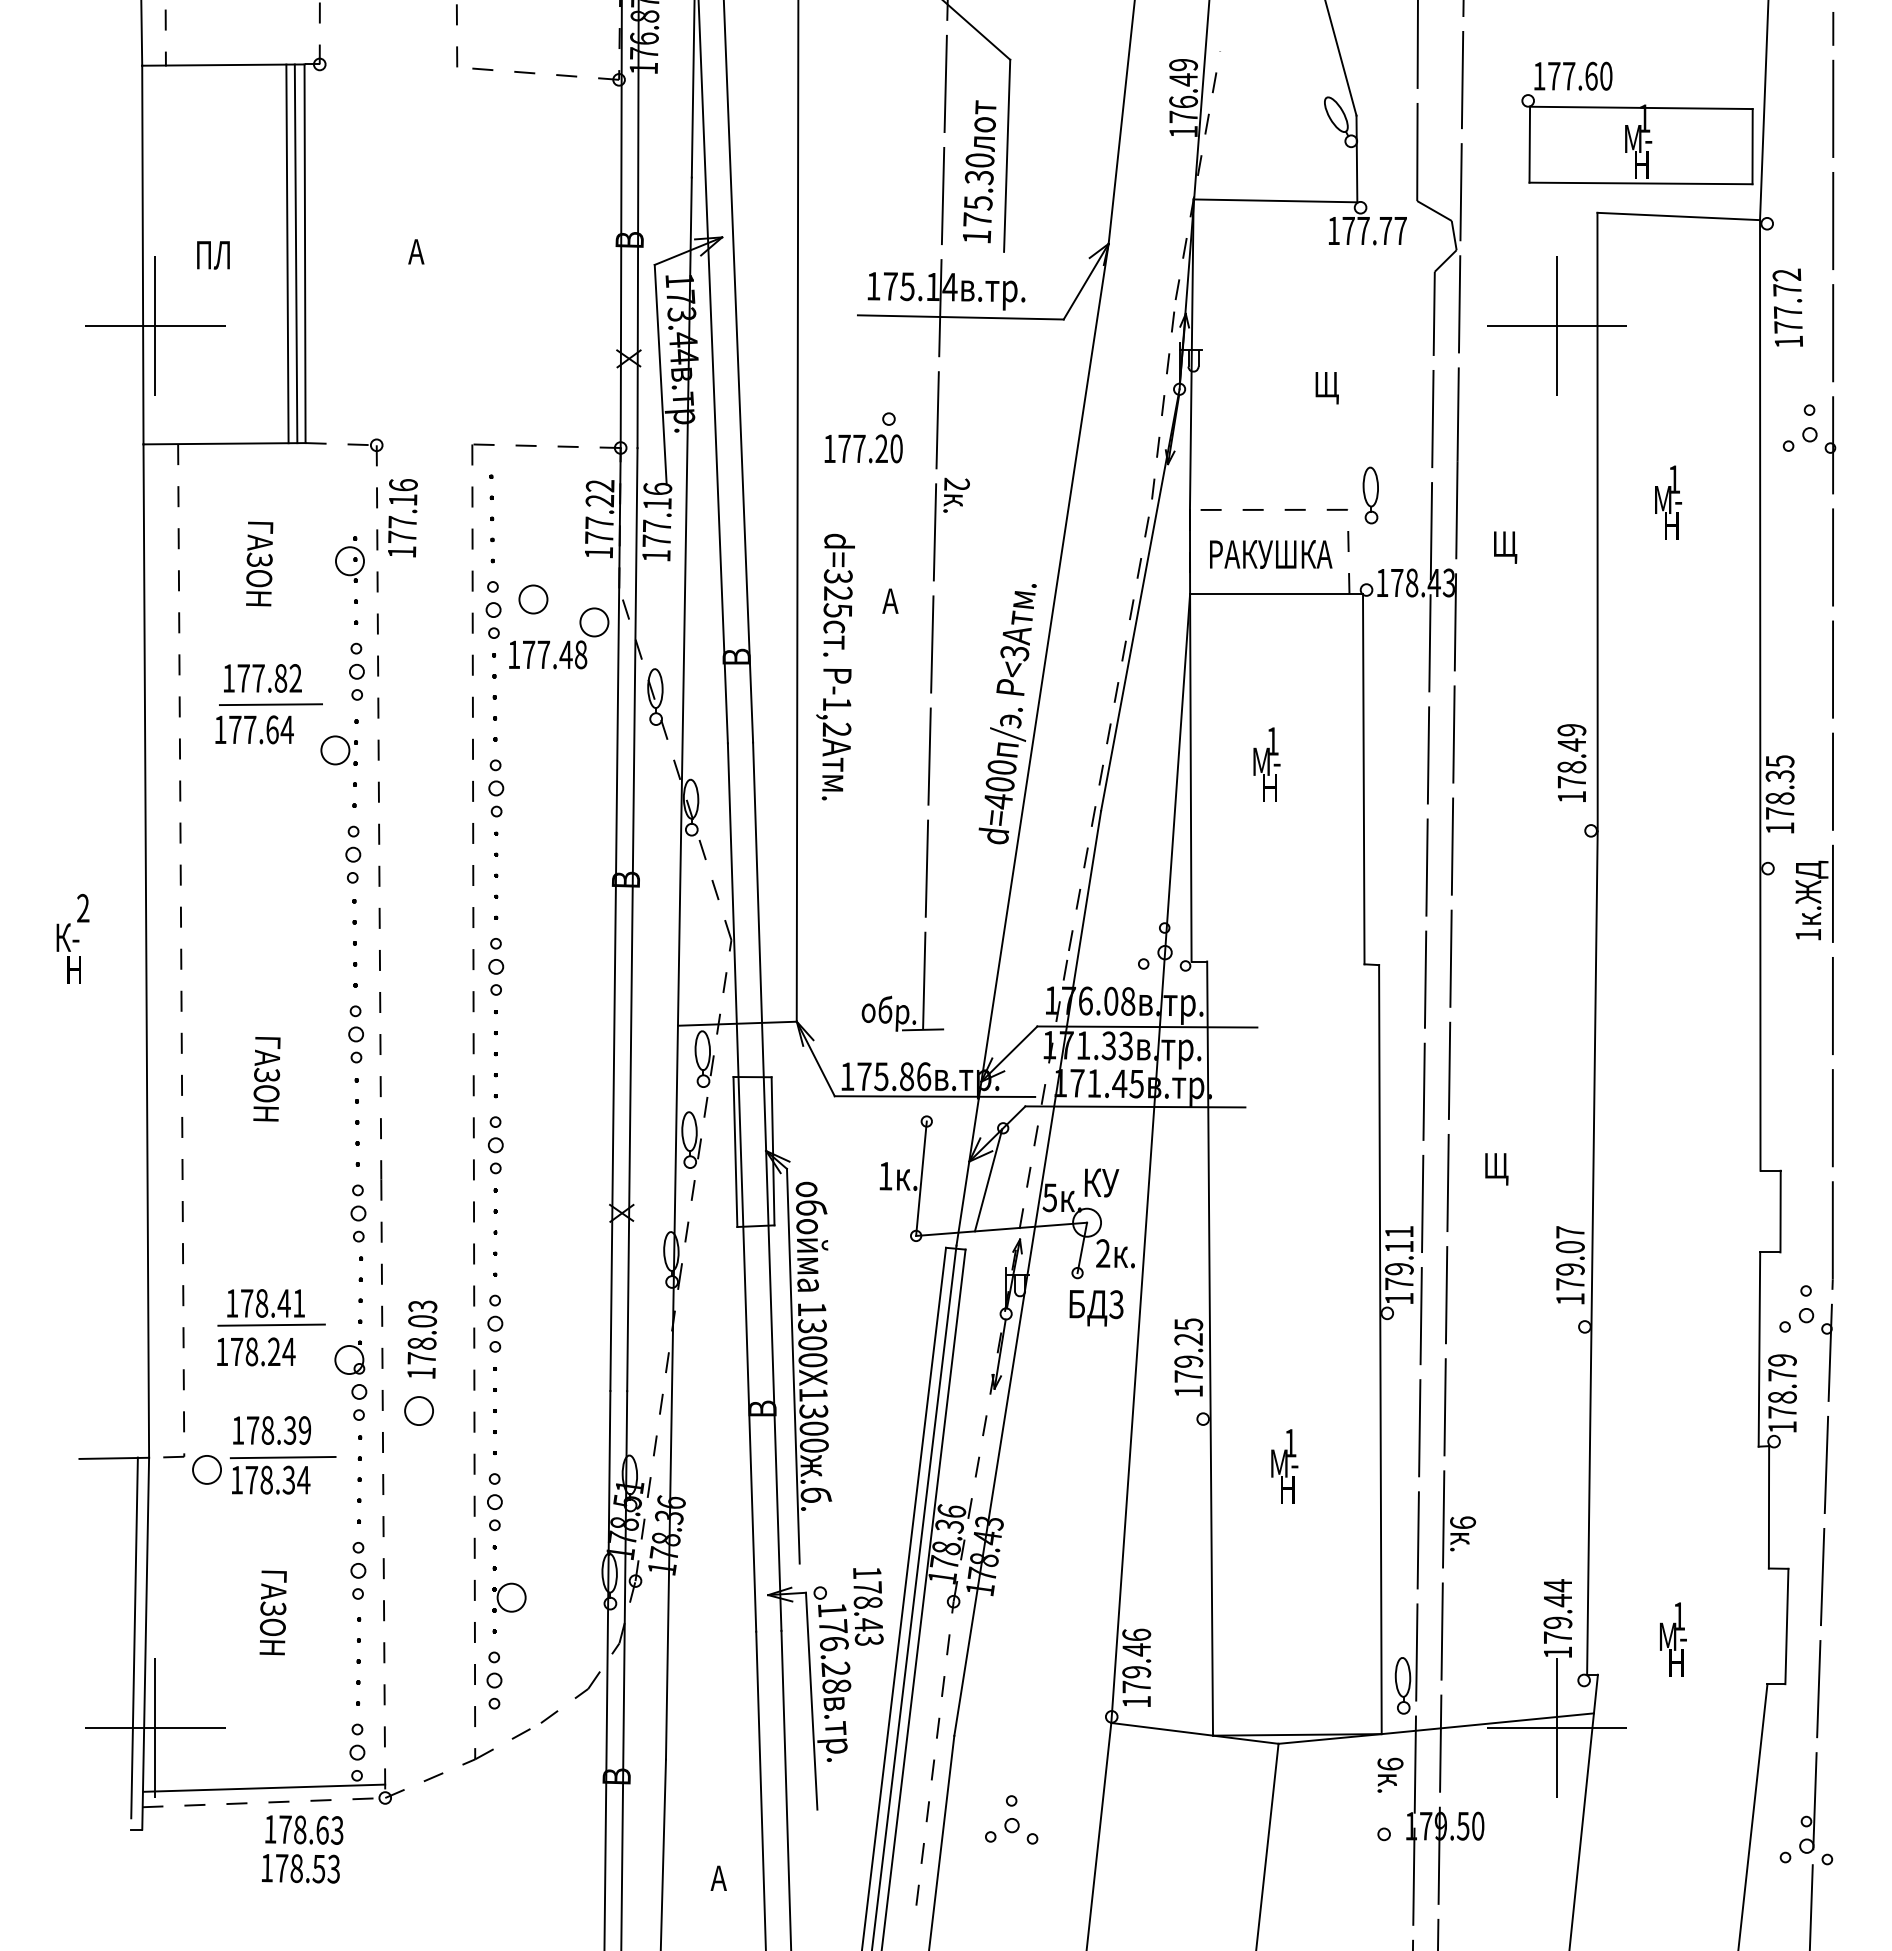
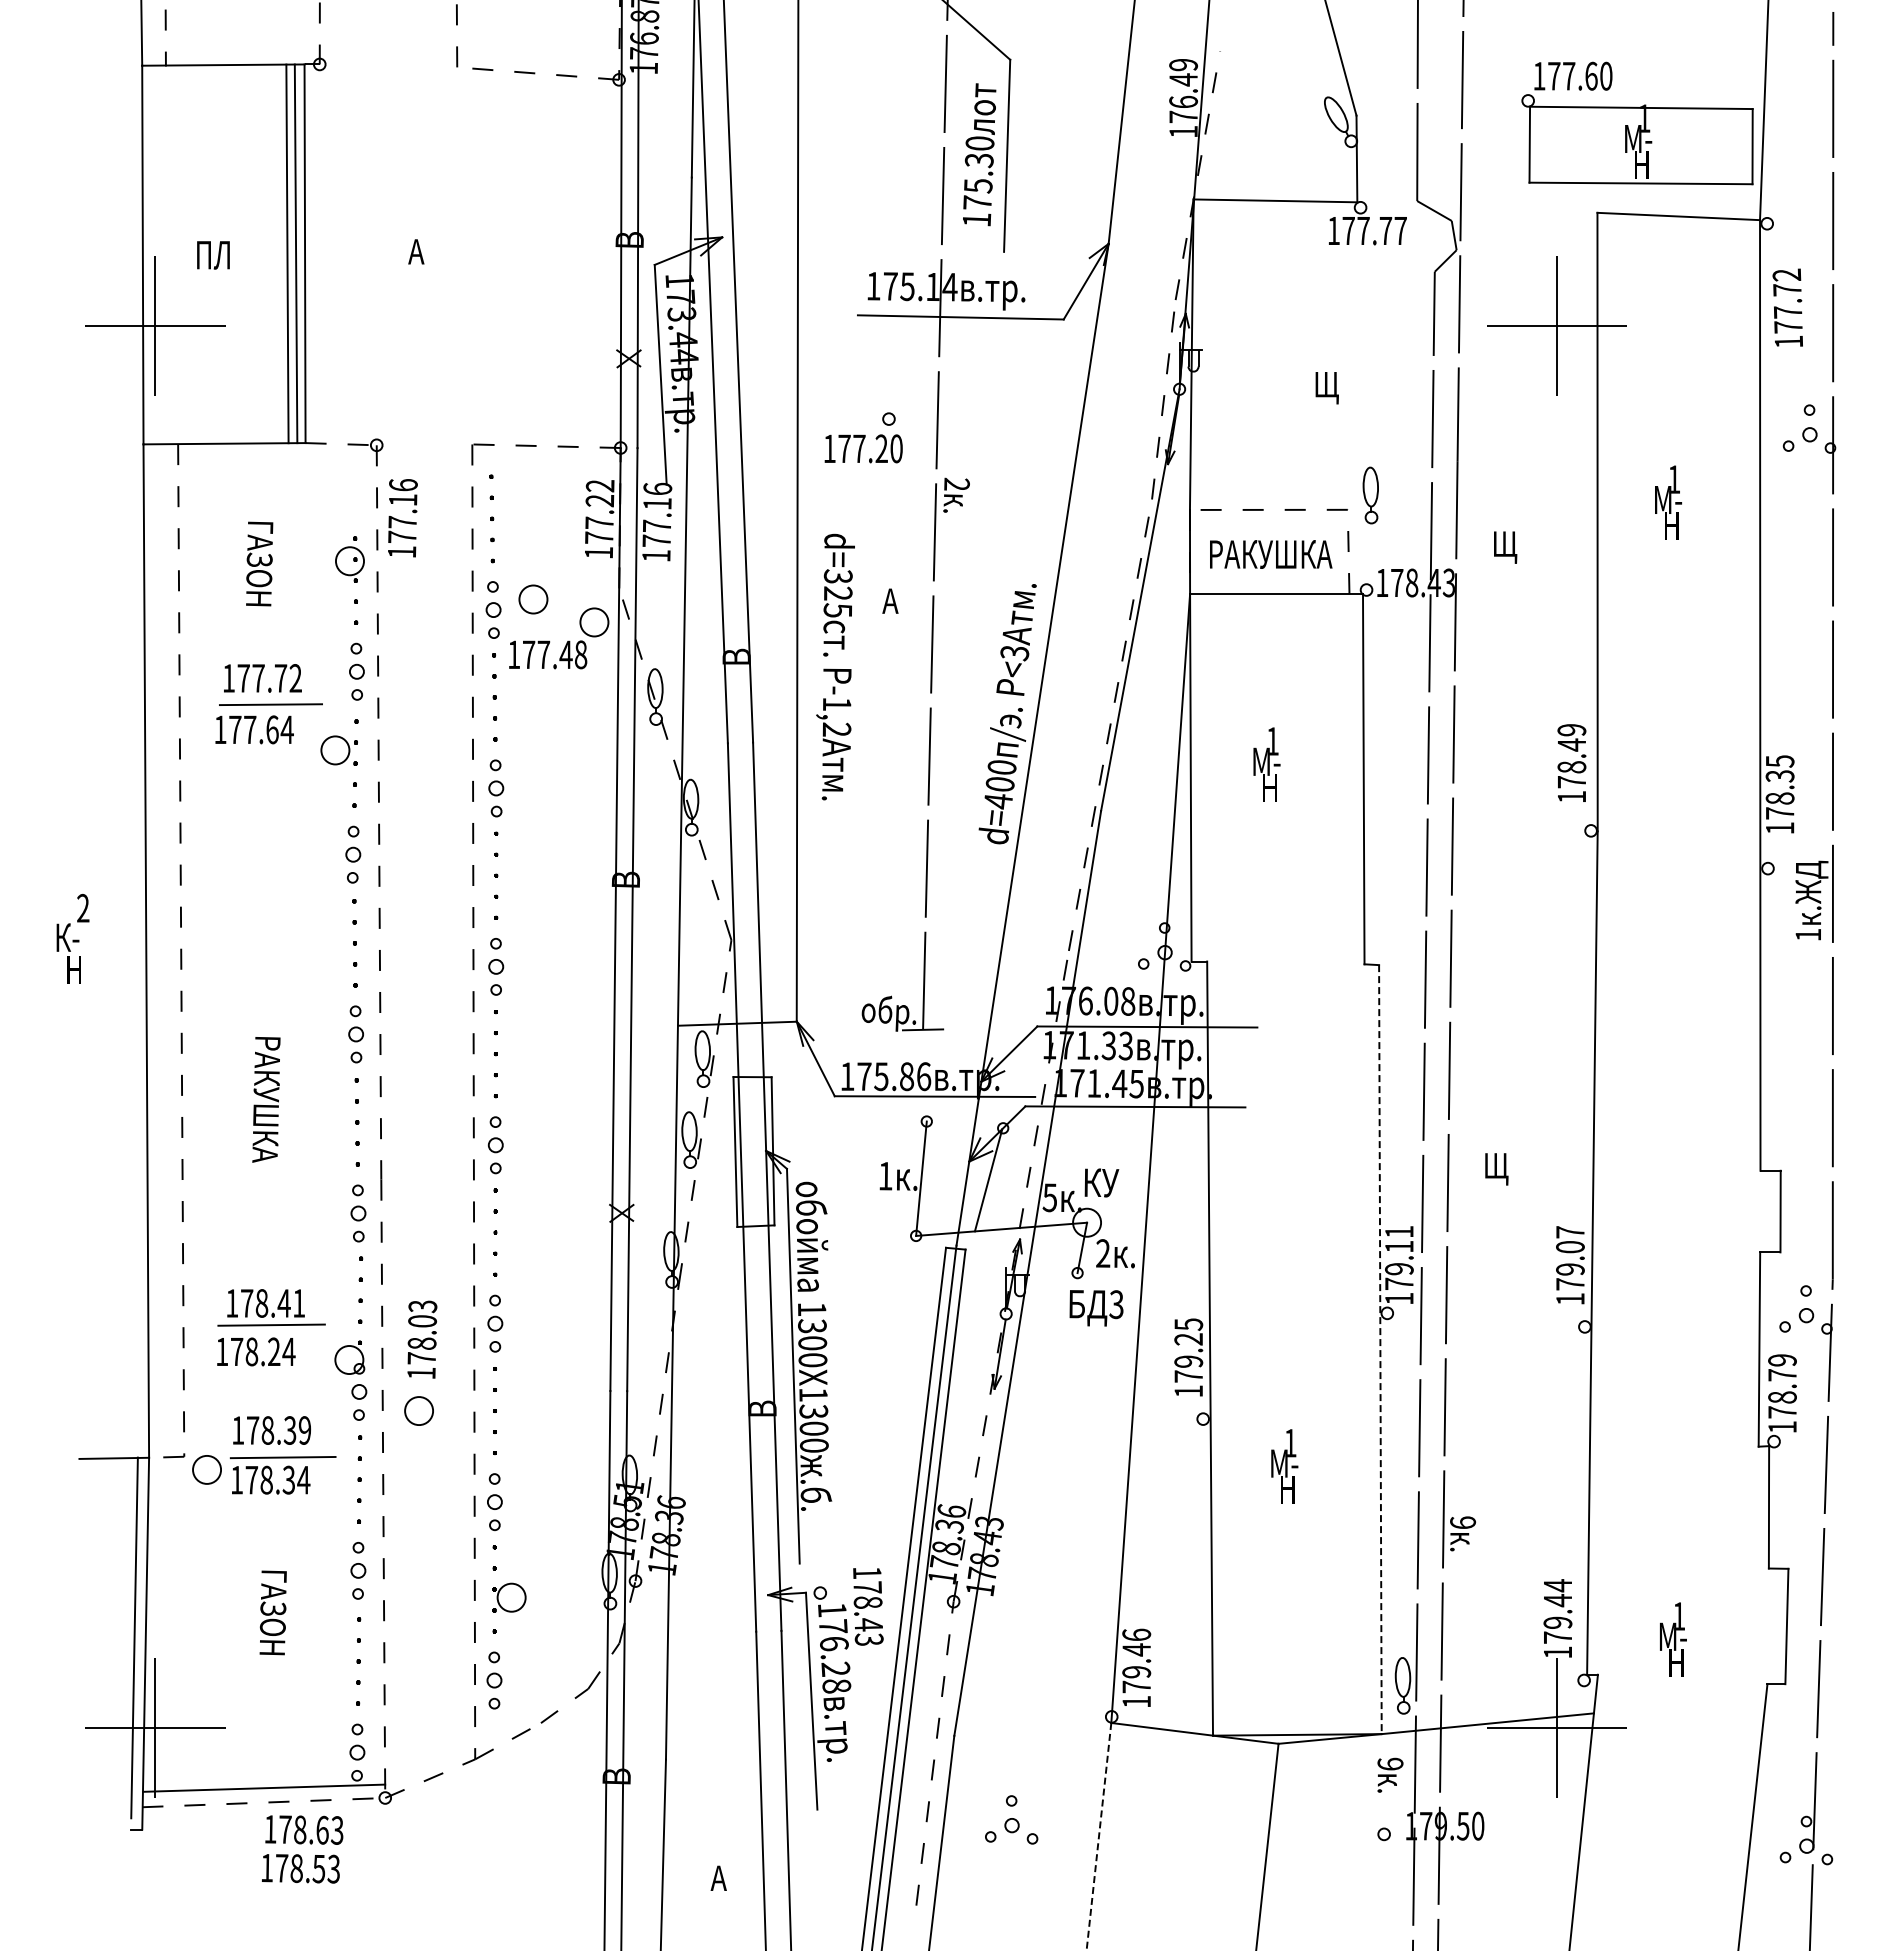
text at (979, 171) position: (979, 171) -> (979, 154)
text at (280, 678): 177.82 -> 177.72
text at (266, 1100): ГАЗОН -> РАКУШКА
line at (1380, 1349): solid -> dashed
line at (1098, 1837): solid -> dashed
